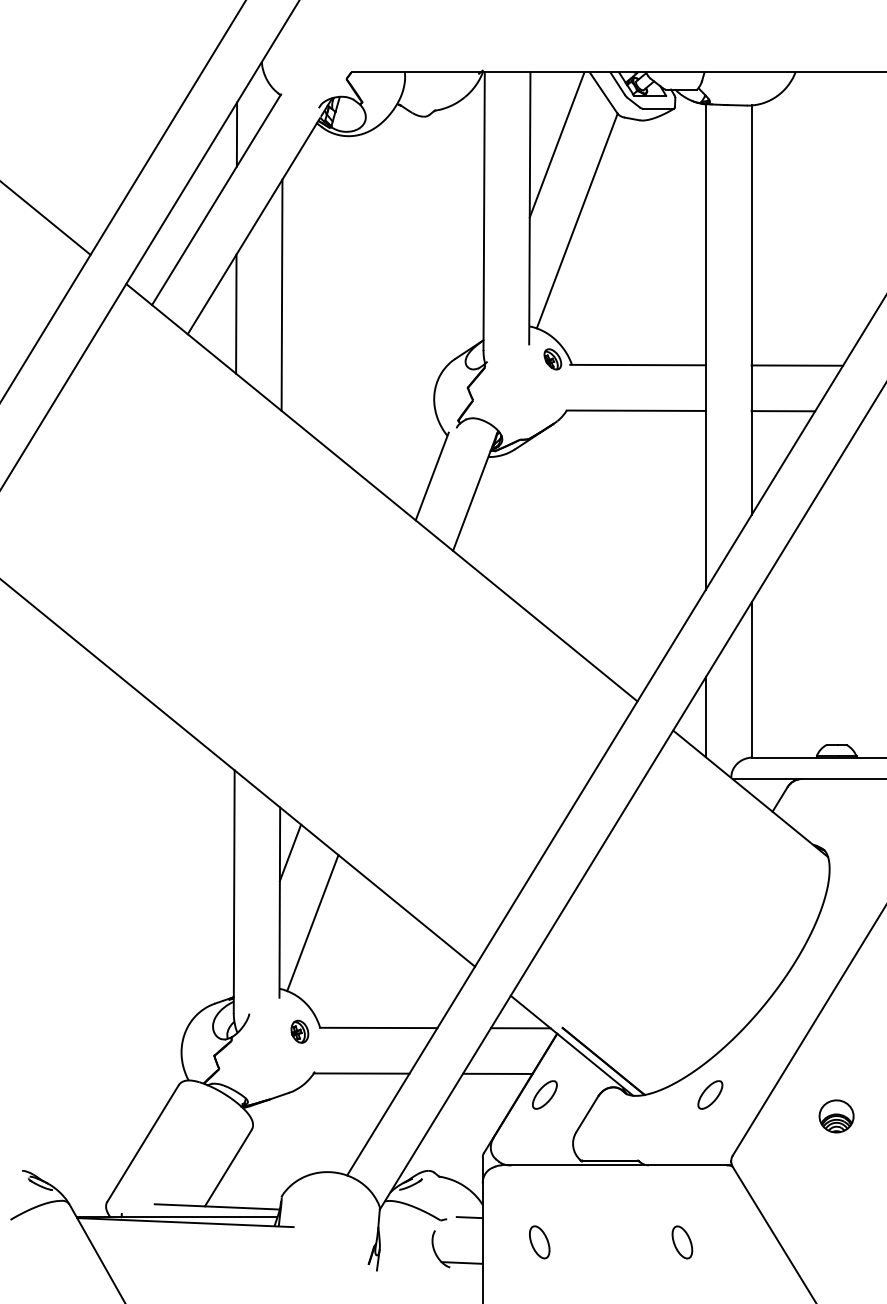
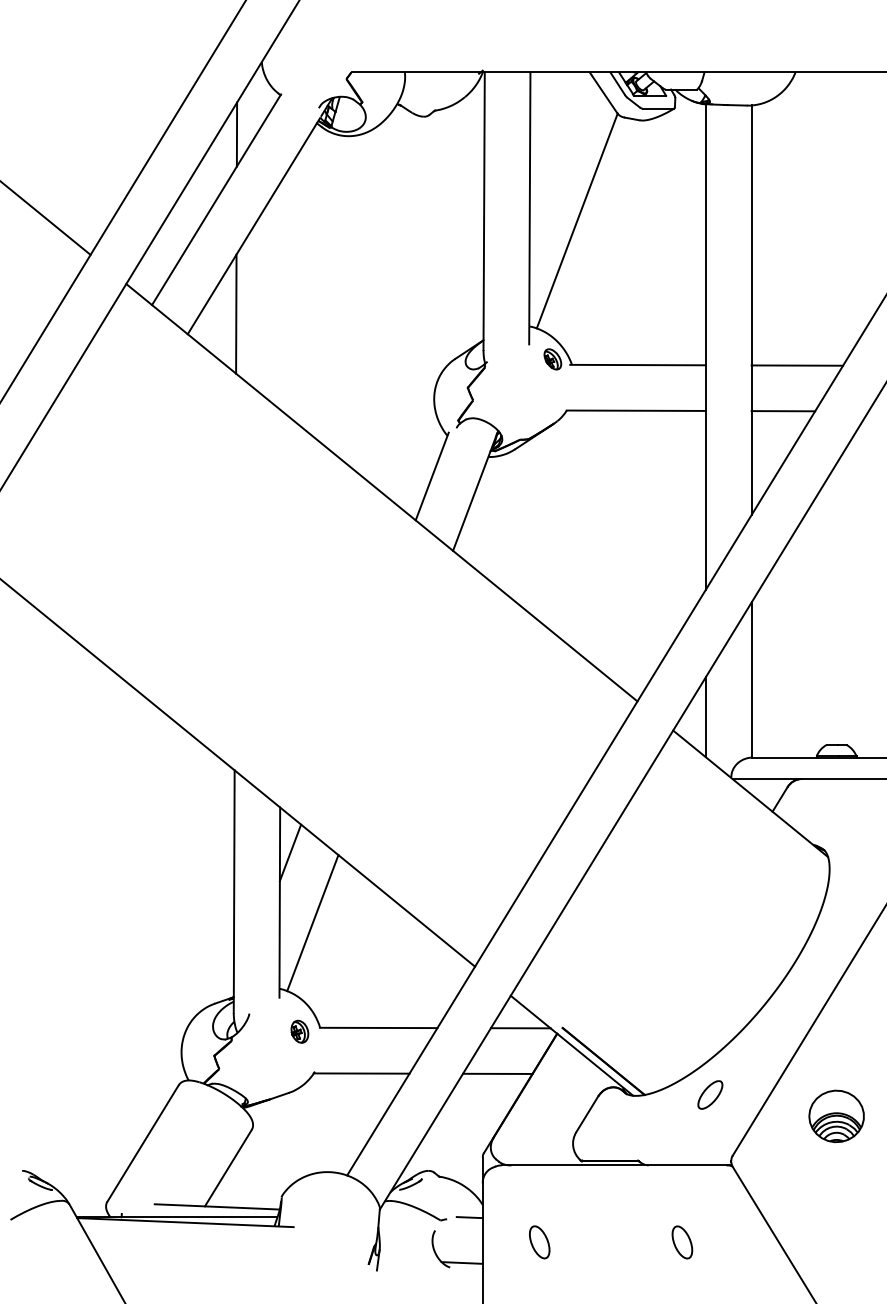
line at (556, 144): present -> none
line at (281, 294): present -> none
part at (544, 1094): present -> none
part at (836, 1116) size: 37x35 px -> 57x54 px
